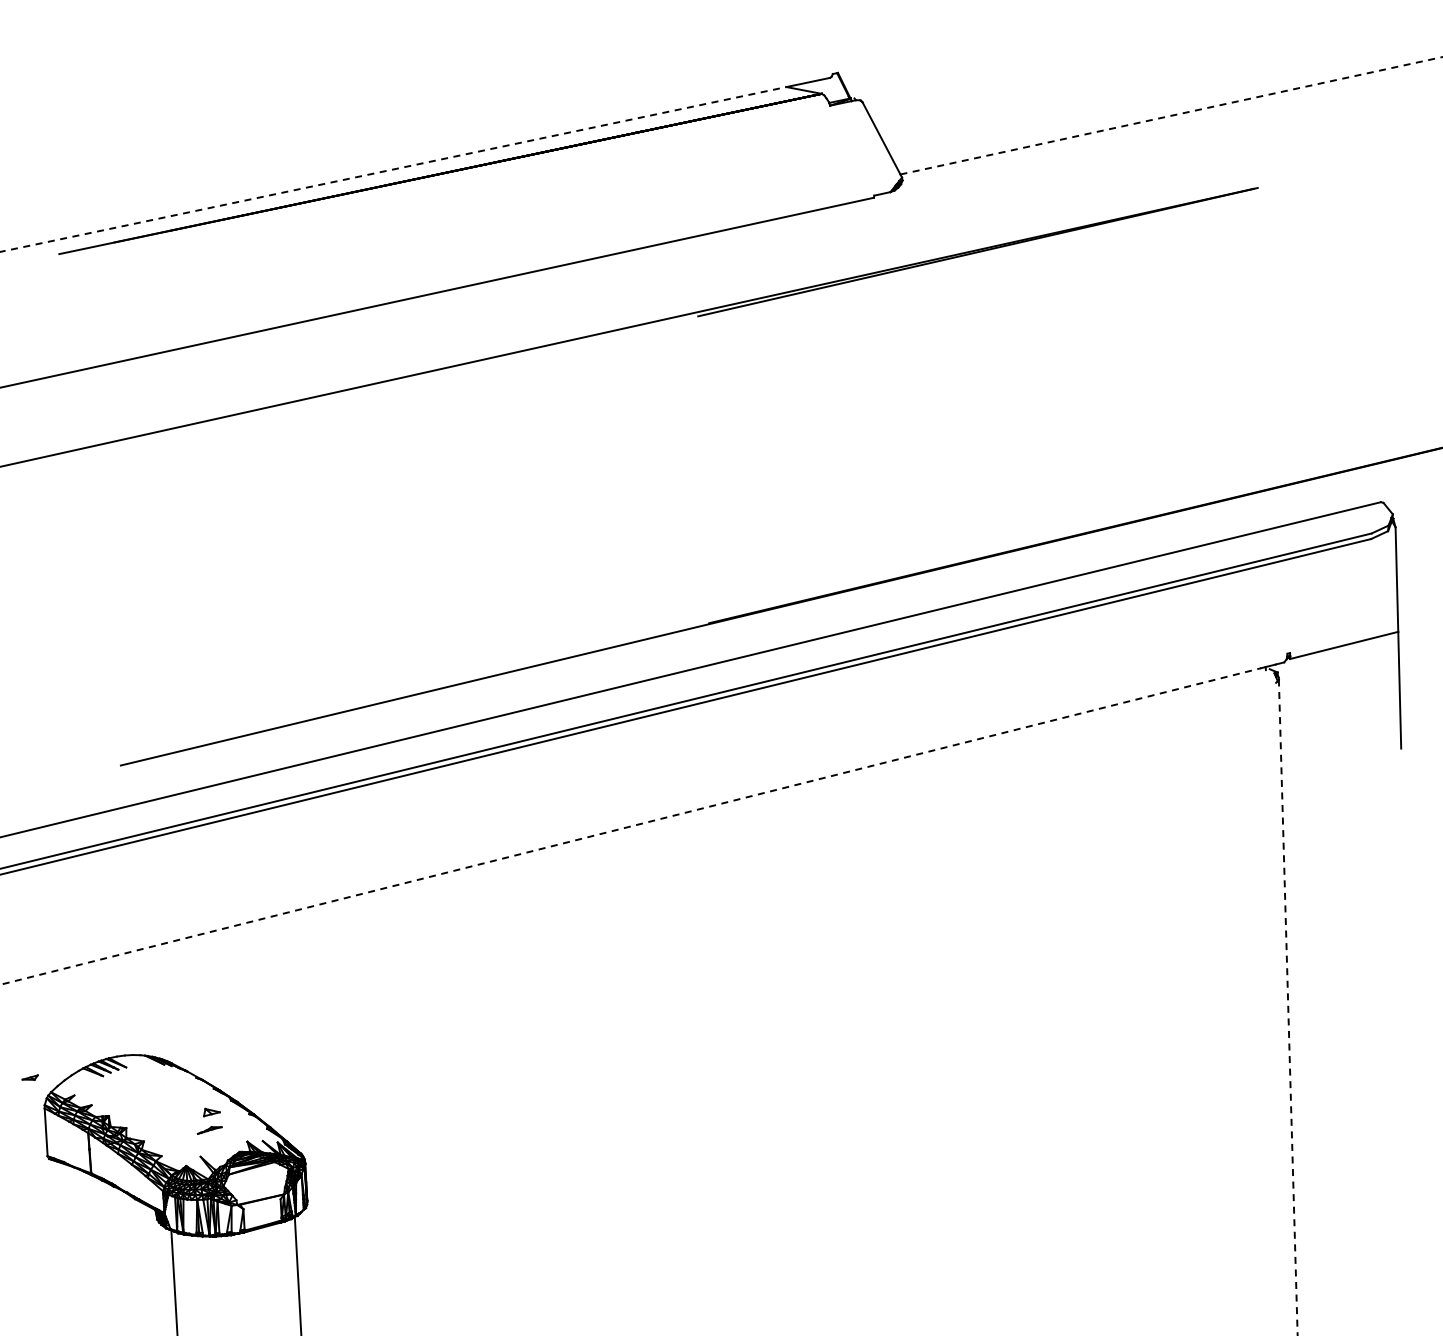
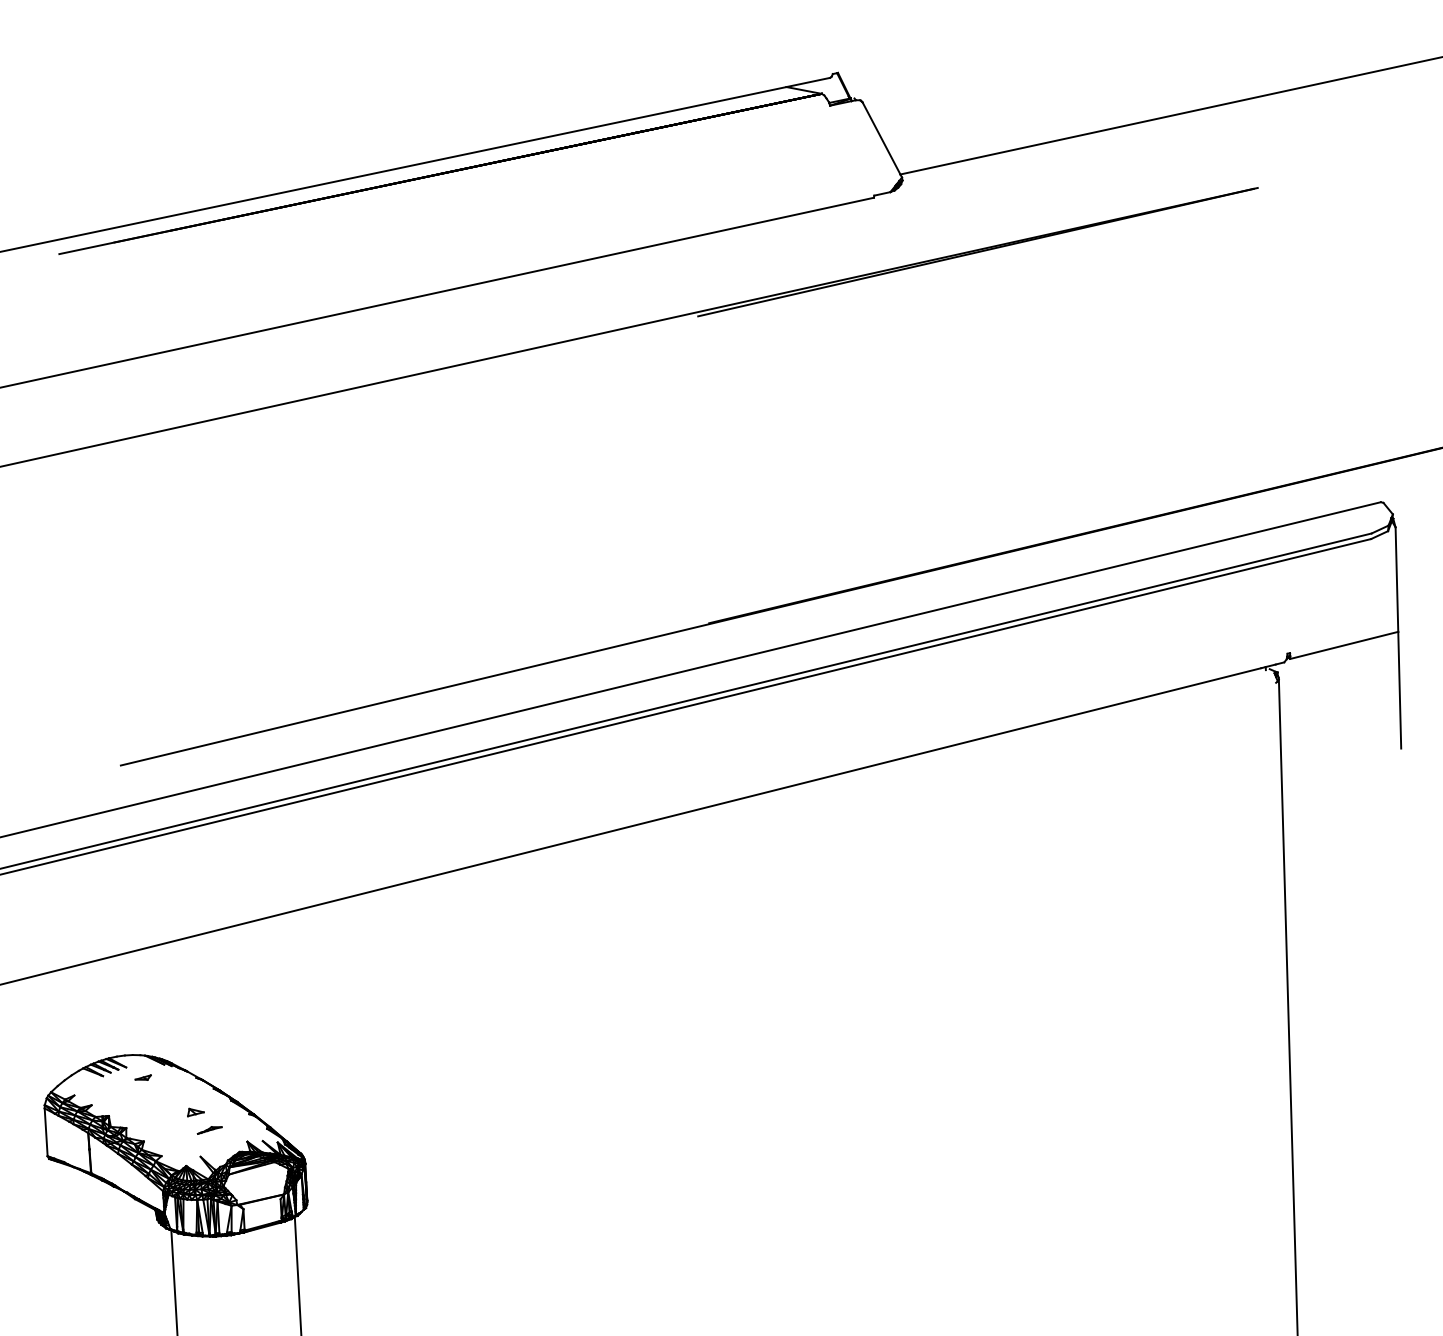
line at (1172, 115): dashed -> solid
line at (394, 169): dashed -> solid
line at (631, 826): dashed -> solid
line at (1288, 1007): dashed -> solid
part at (29, 1077) position: (29, 1077) -> (142, 1077)
part at (211, 1112) position: (211, 1112) -> (195, 1112)
